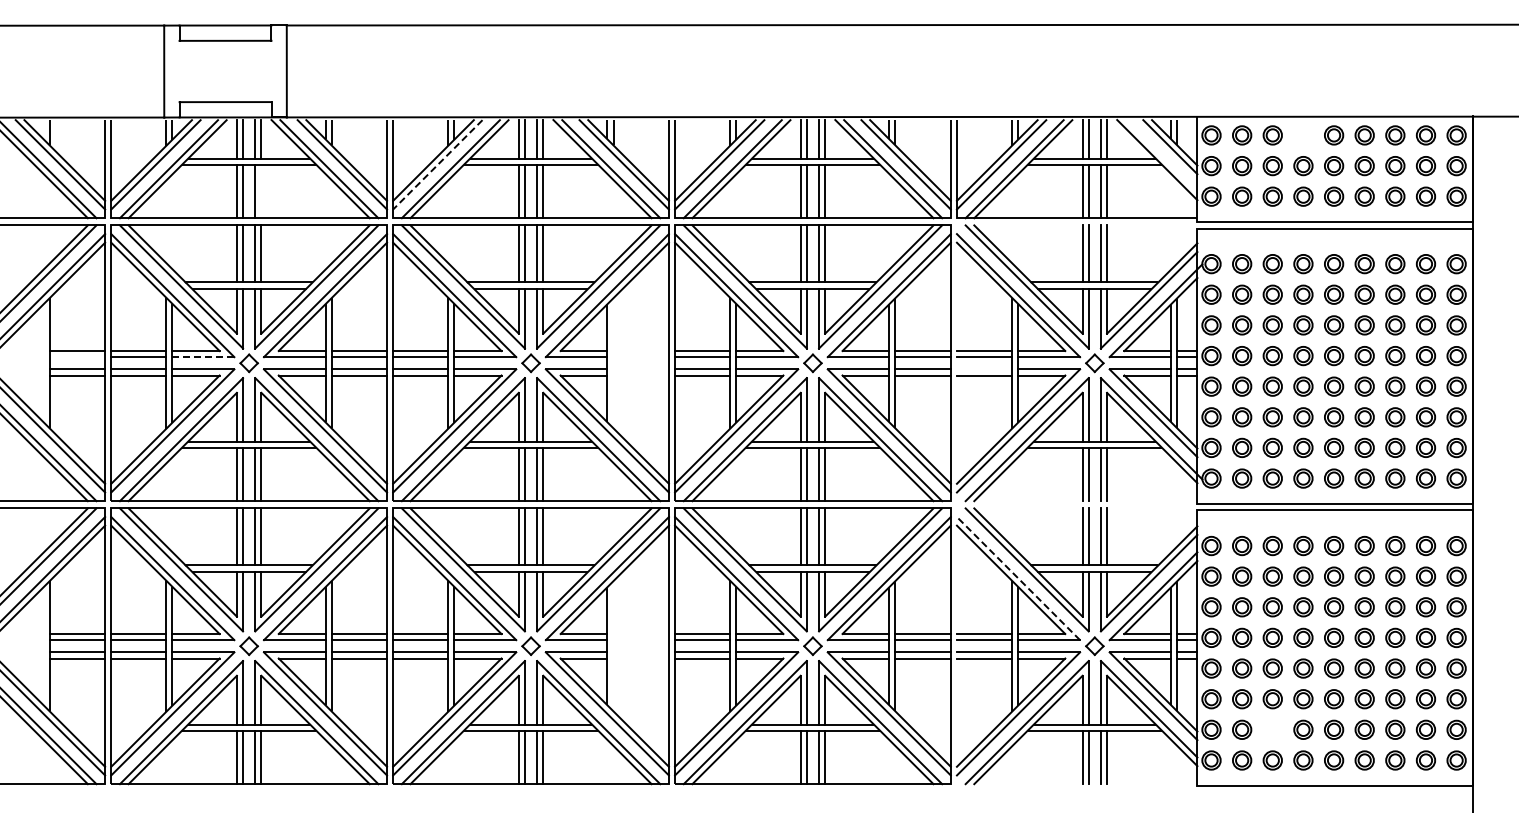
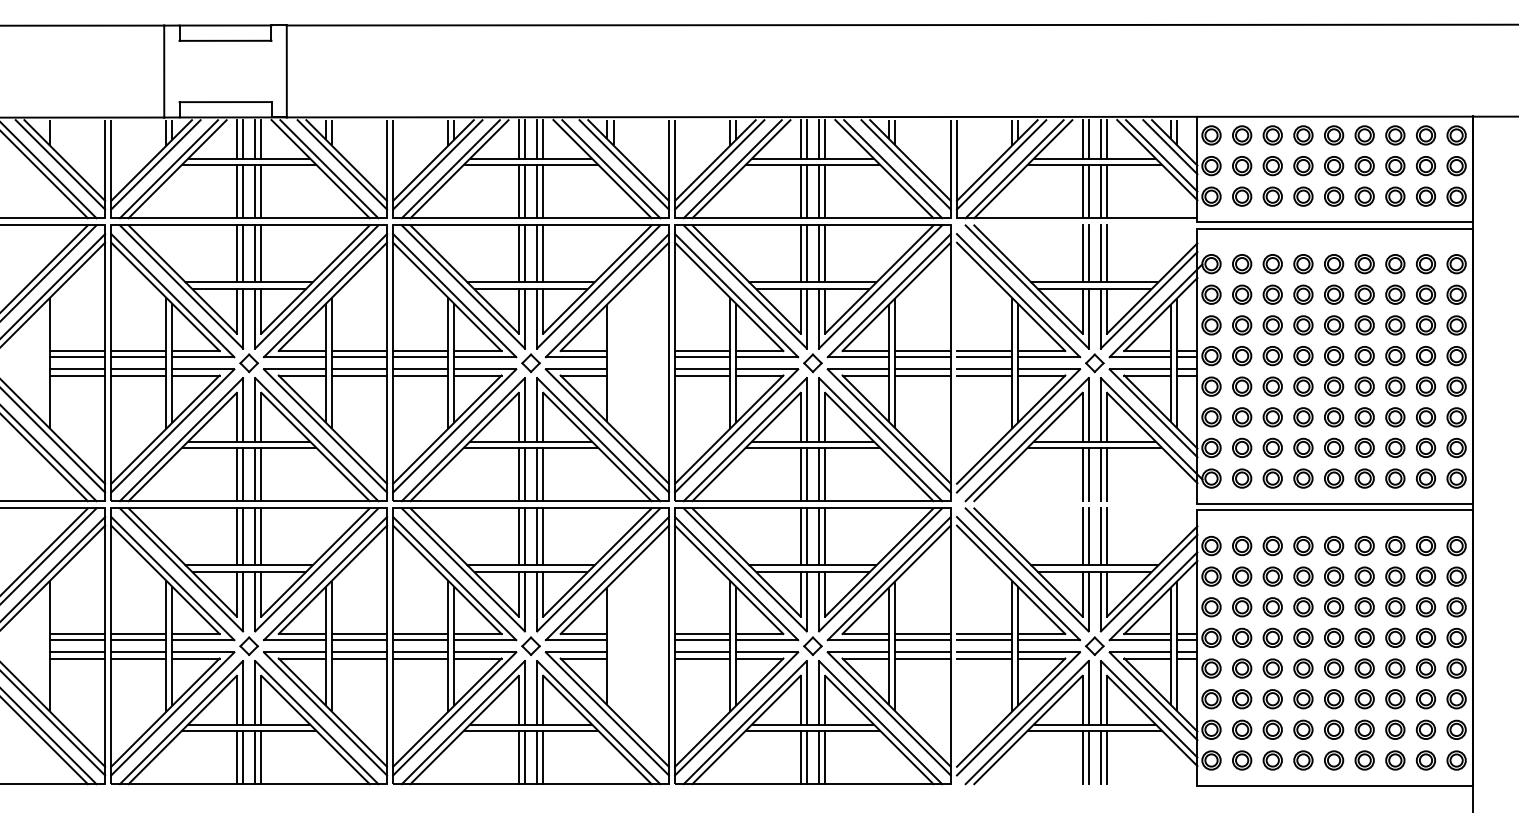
part at (1303, 135): none -> present
line at (1161, 155): none -> present
line at (437, 165): dashed -> solid
line at (261, 191): none -> present
line at (77, 357): none -> present
line at (202, 357): dashed -> solid
line at (983, 369): none -> present
line at (1018, 578): dashed -> solid
part at (1272, 729): none -> present
